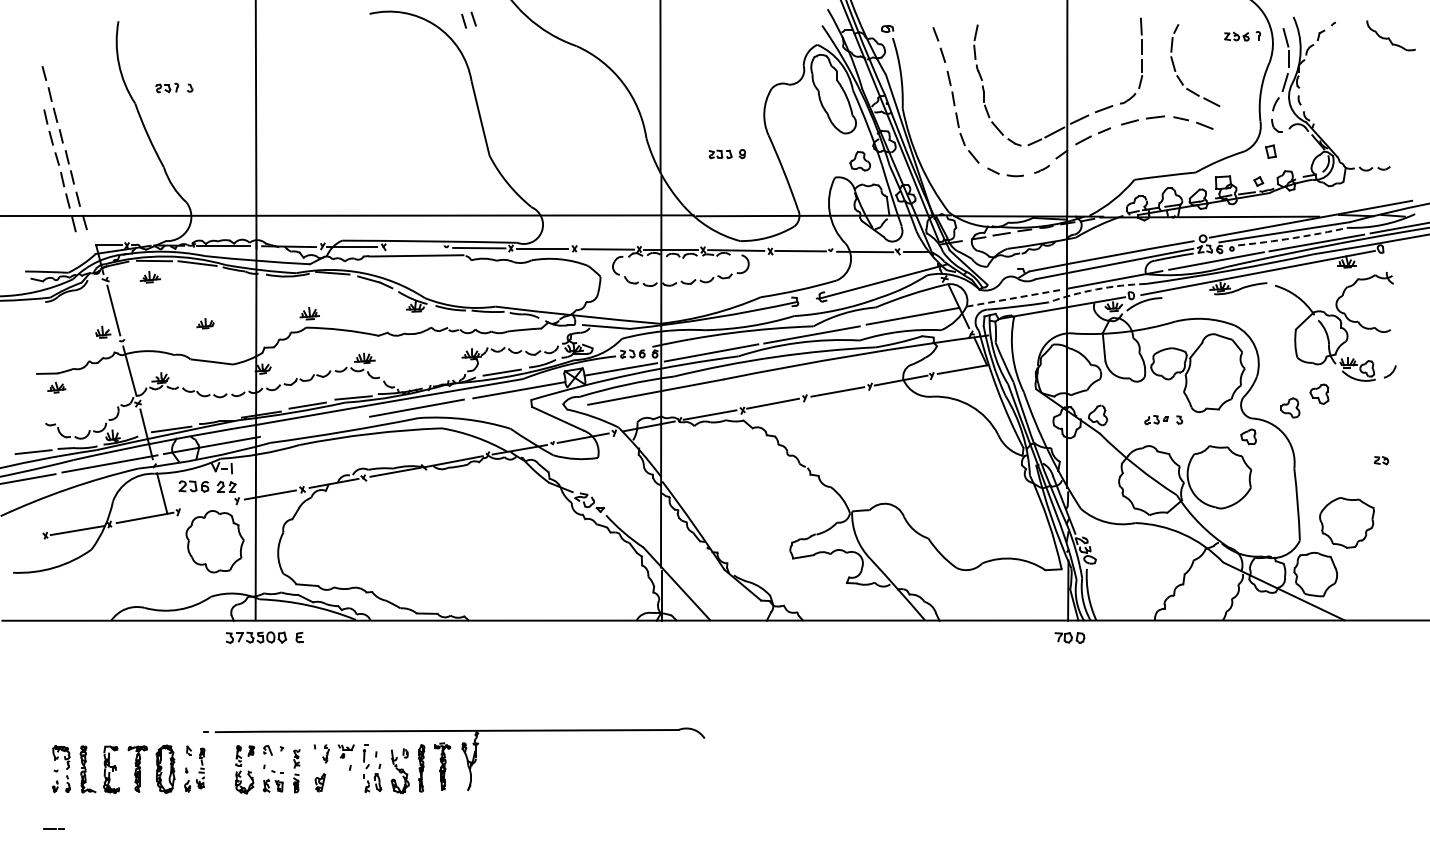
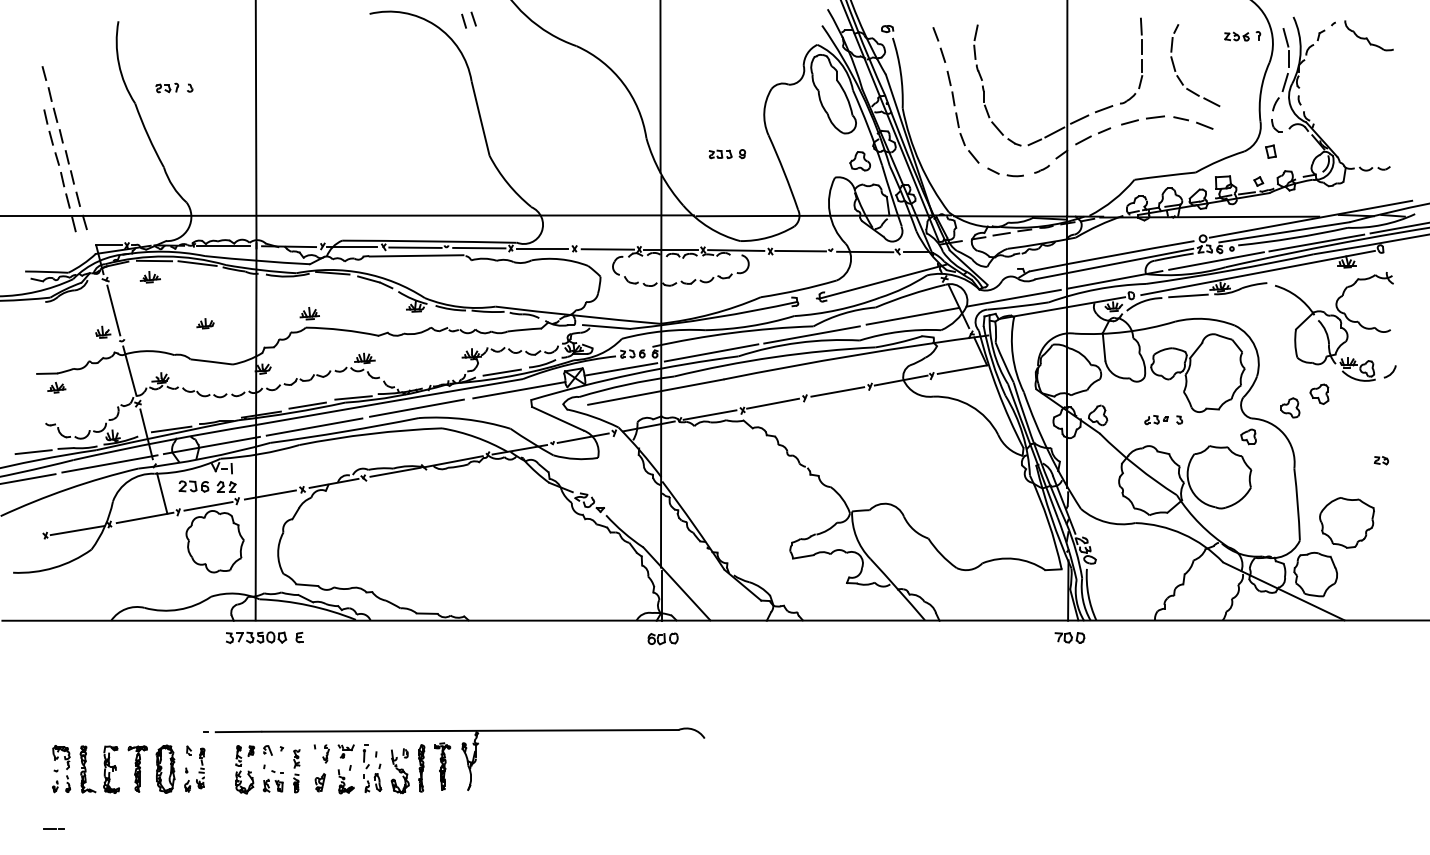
part at (1390, 35) position: (1390, 35) -> (1368, 35)
arc at (1293, 238): dashed -> solid
line at (415, 247): none -> present
arc at (1096, 289): dashed -> solid
line at (1188, 295): none -> present
line at (1013, 298): dashed -> solid
line at (314, 426): none -> present
line at (208, 506): none -> present
part at (662, 638): none -> present
part at (345, 781): none -> present
